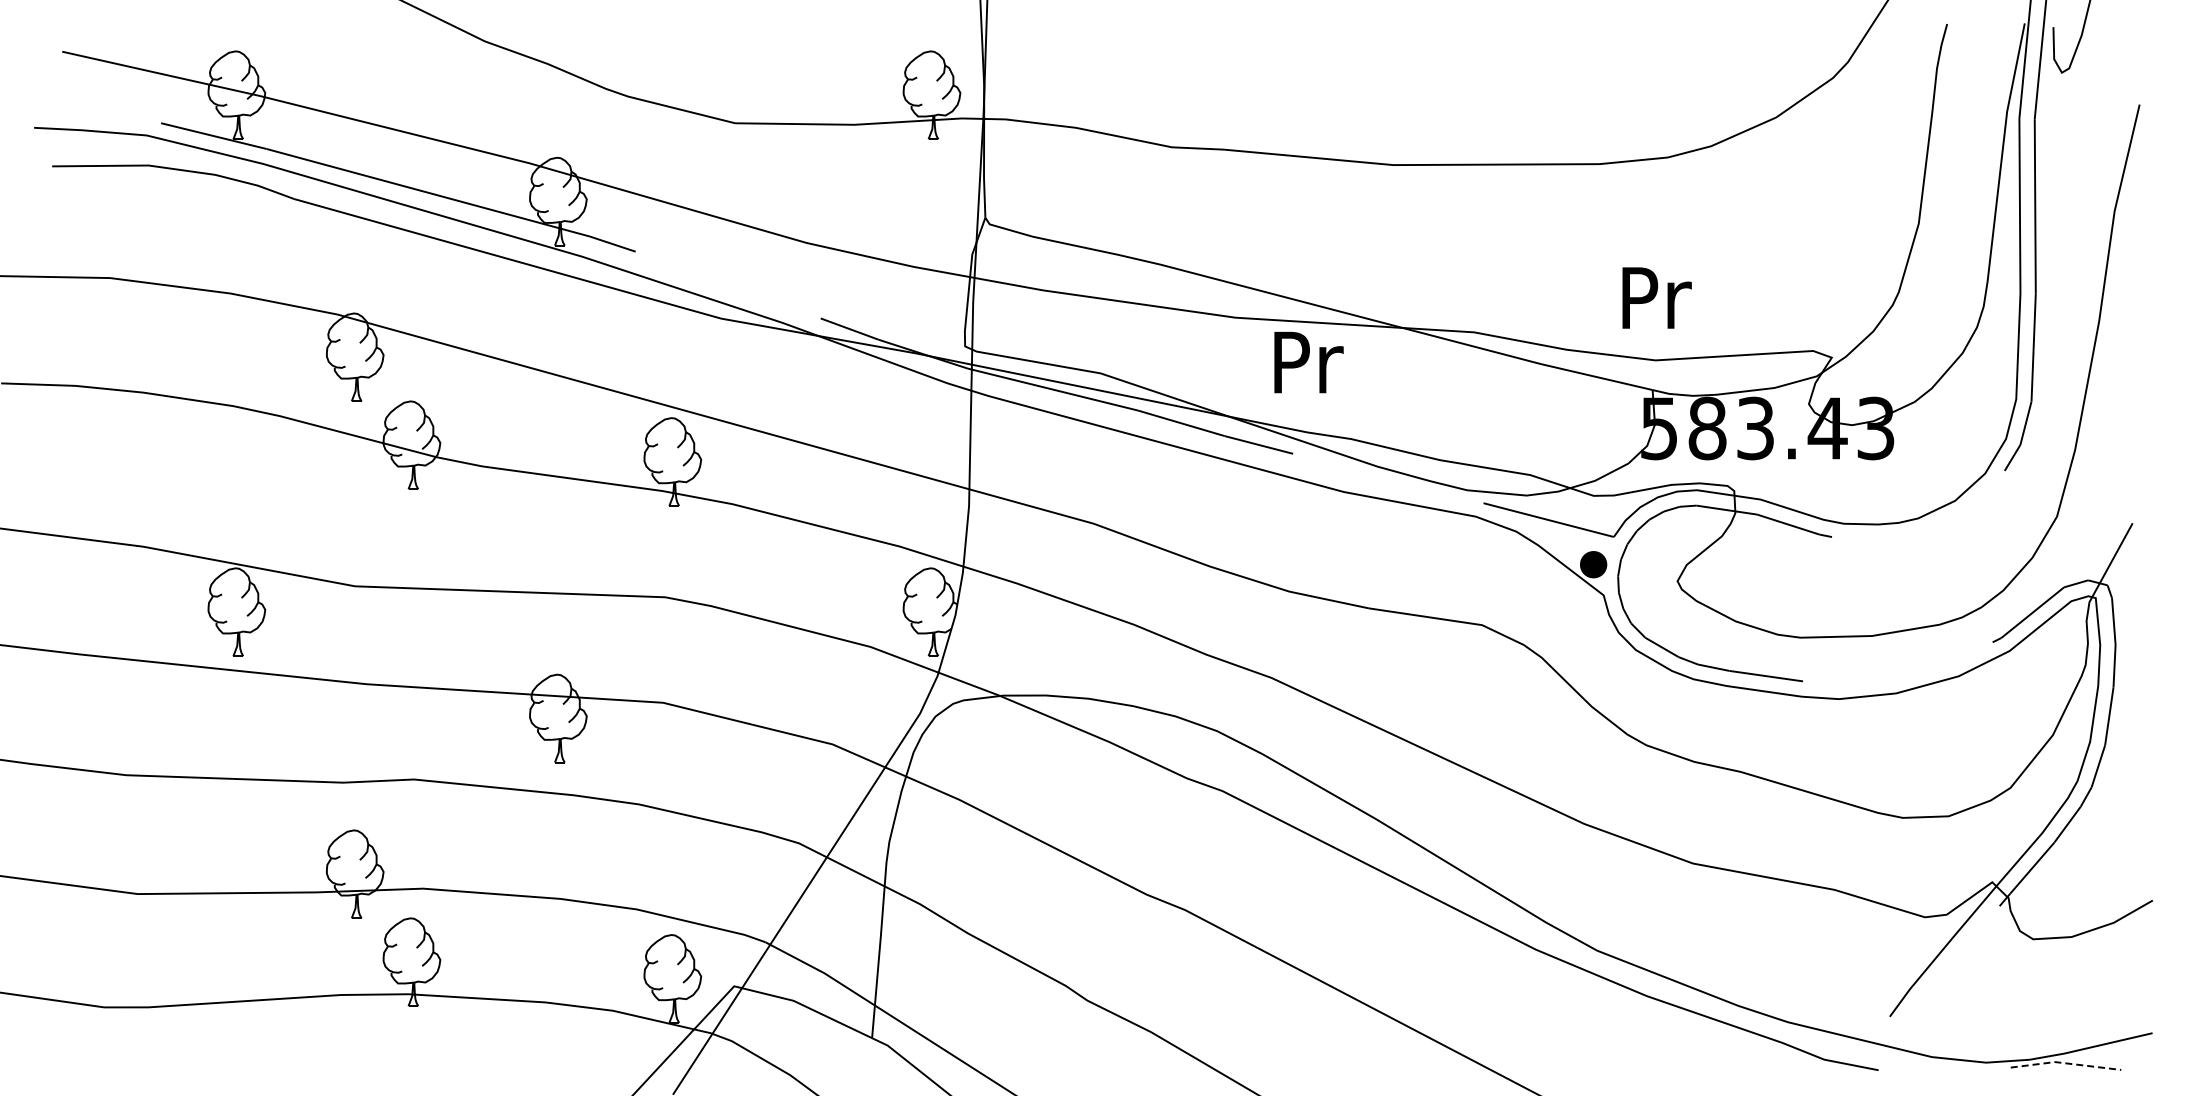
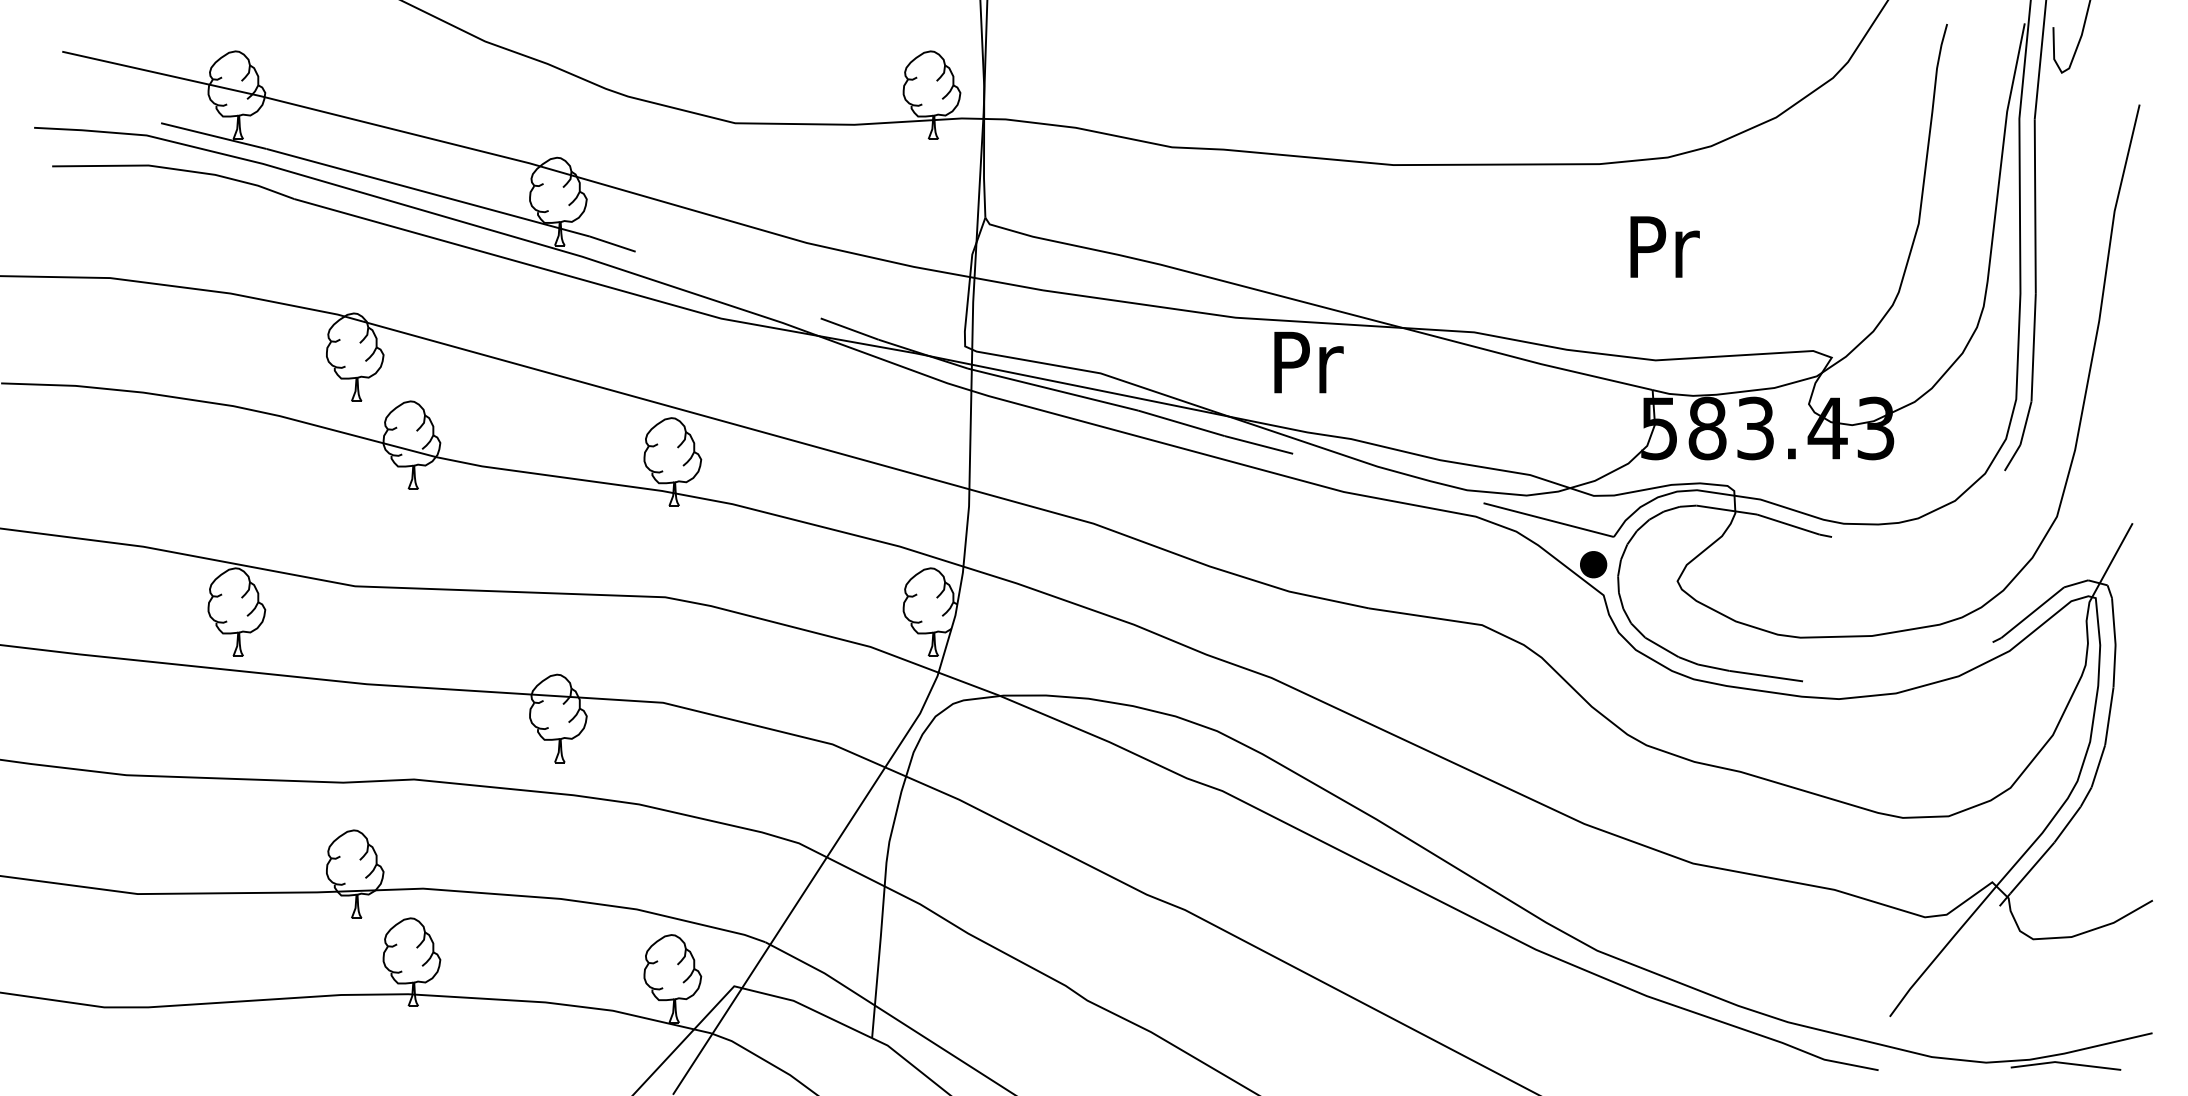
text at (1656, 297) position: (1656, 297) -> (1664, 246)
line at (2065, 1063): dashed -> solid
